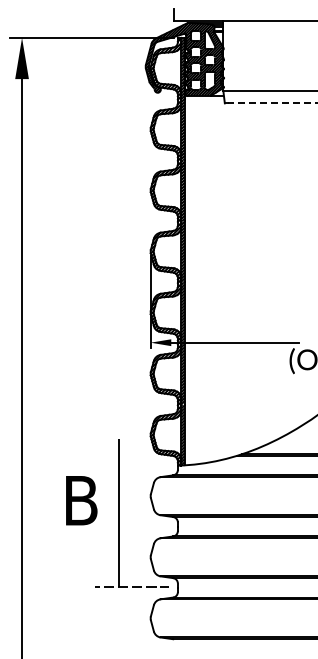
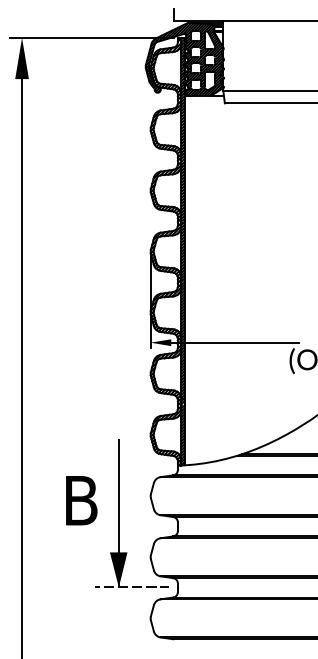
line at (272, 103): dashed -> solid
fill at (118, 569): none -> present
